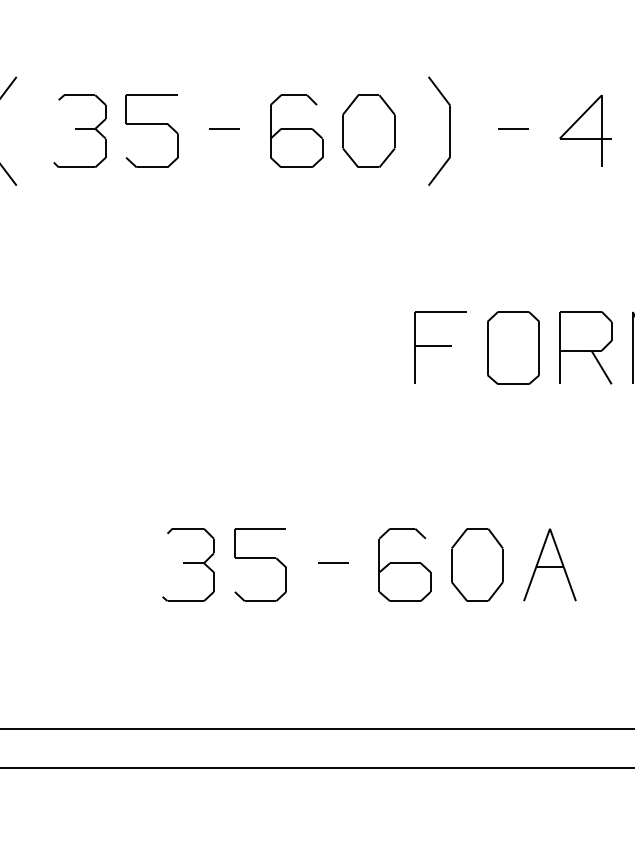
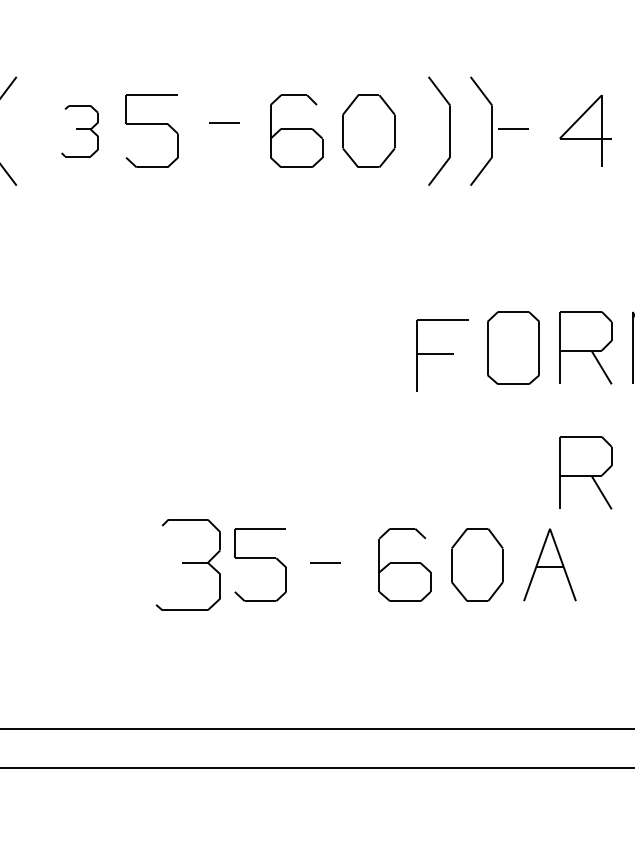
line at (224, 128) position: (224, 128) -> (224, 122)
part at (79, 130) size: 54x74 px -> 38x53 px
part at (491, 130): none -> present
part at (440, 347) position: (440, 347) -> (442, 355)
part at (585, 472): none -> present
line at (333, 562) position: (333, 562) -> (325, 562)
part at (188, 564) size: 53x74 px -> 66x92 px
